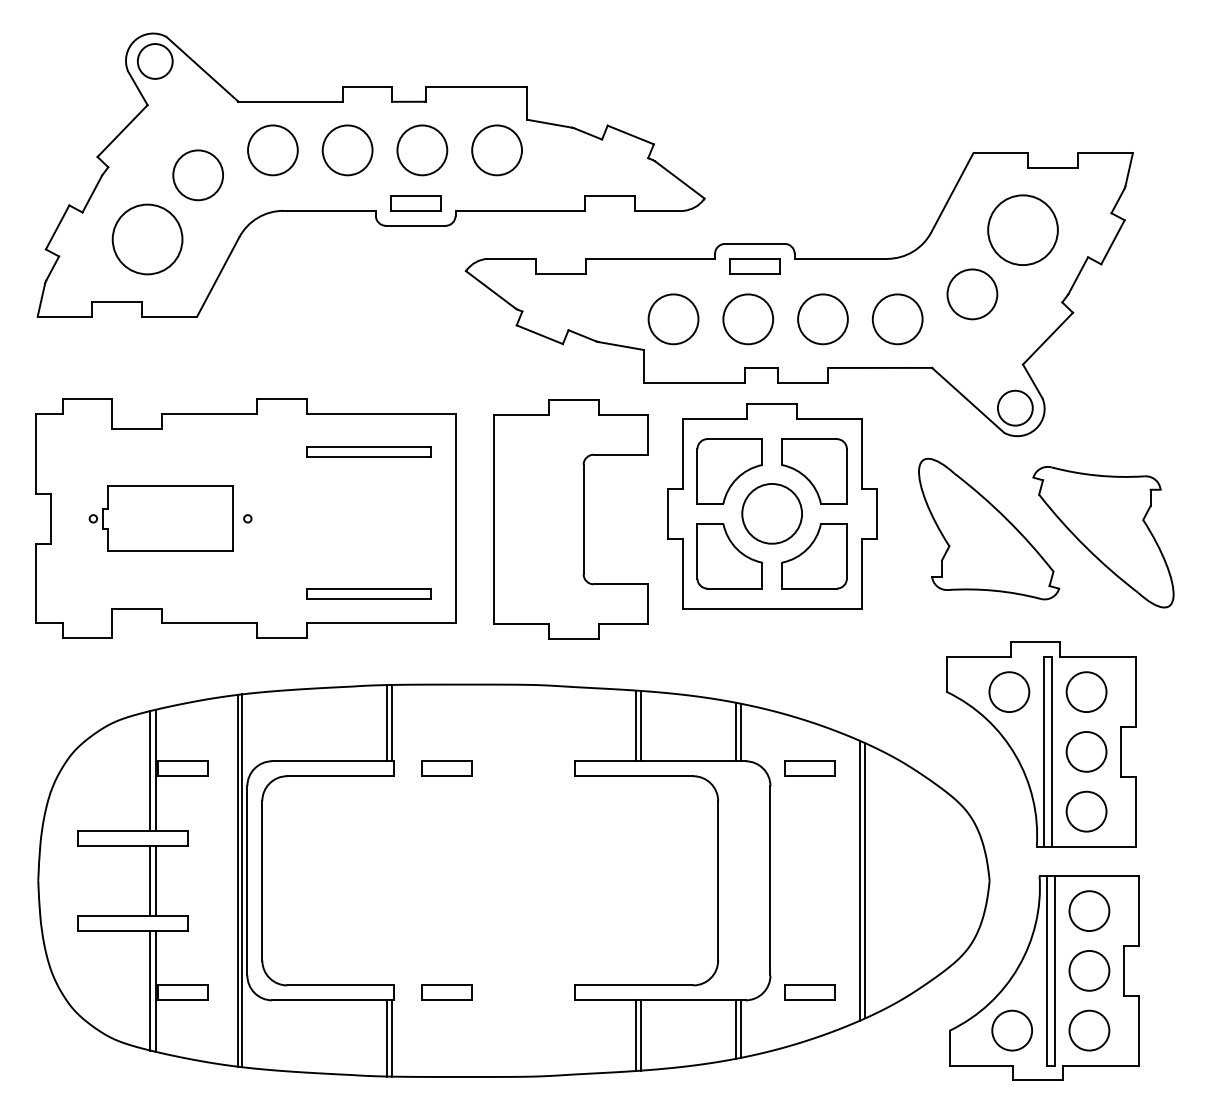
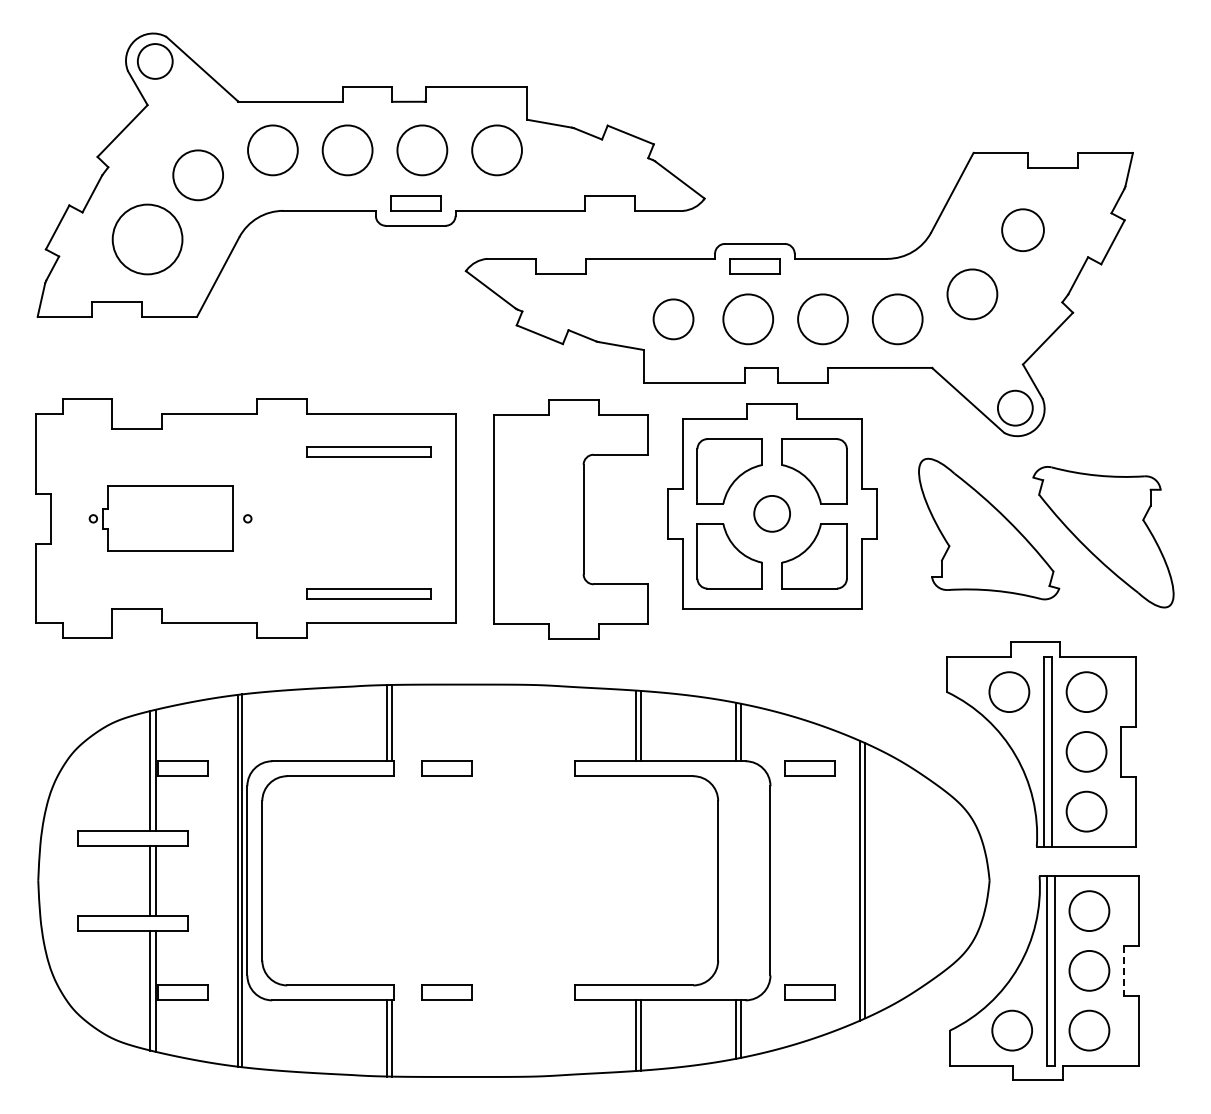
circle at (1022, 230) diameter: 70 px -> 42 px
circle at (673, 319) size: 53x53 px -> 43x43 px
circle at (772, 513) diameter: 60 px -> 36 px
line at (1124, 970): solid -> dashed
